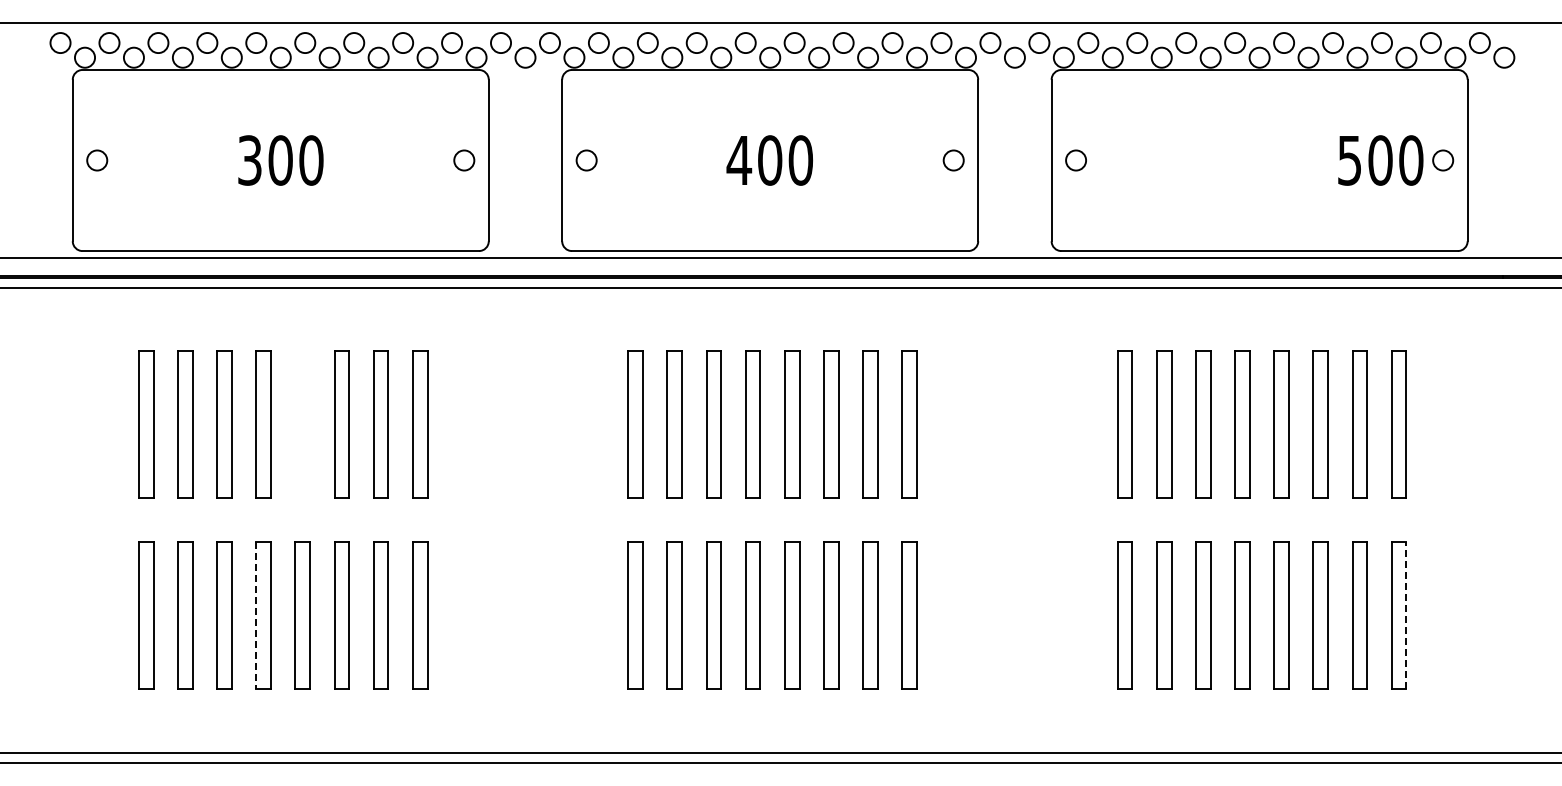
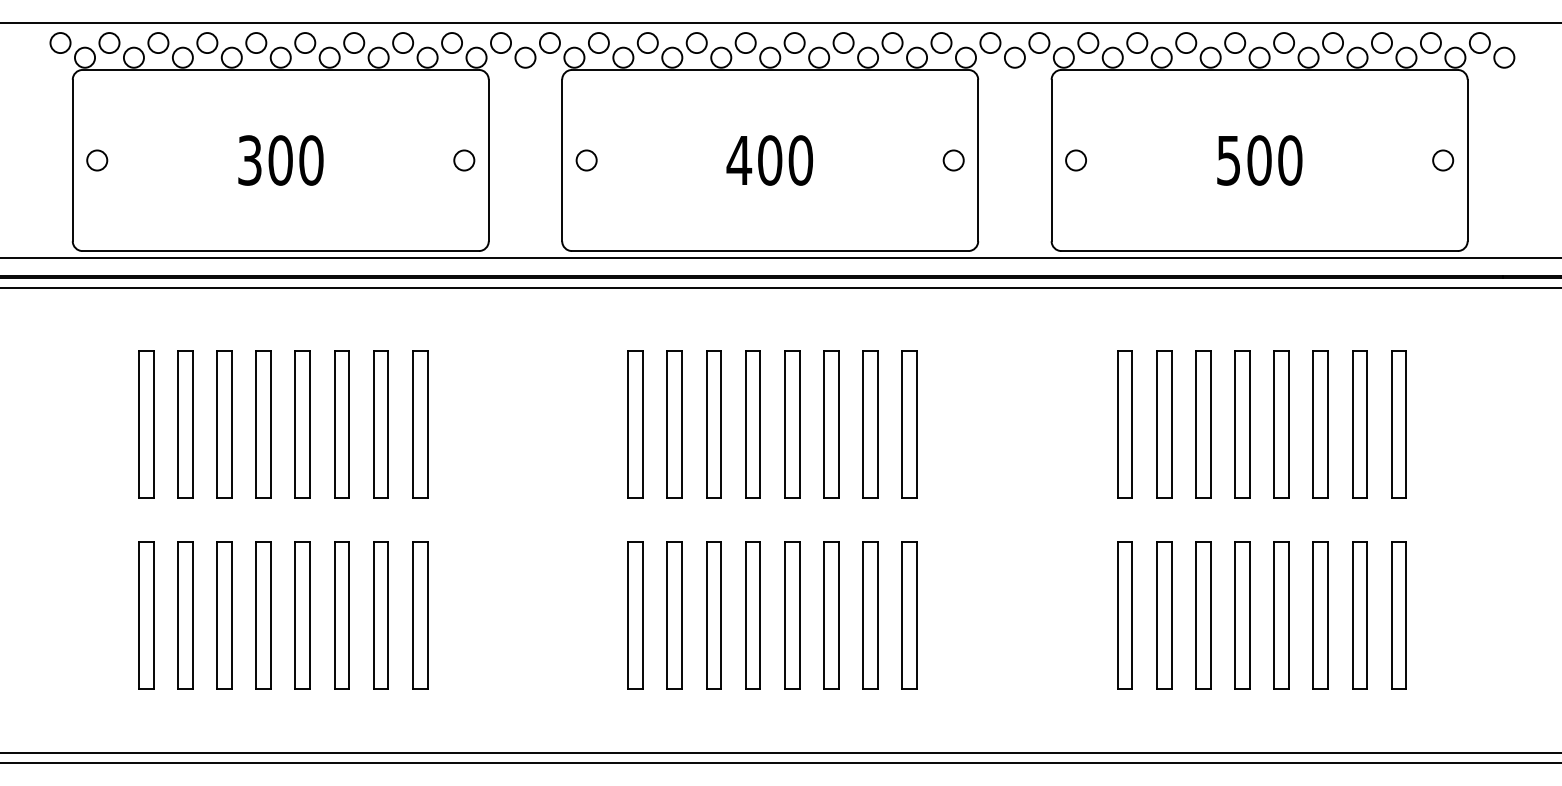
text at (1380, 160) position: (1380, 160) -> (1259, 160)
part at (302, 424): none -> present
line at (1406, 615): dashed -> solid
line at (256, 616): dashed -> solid
